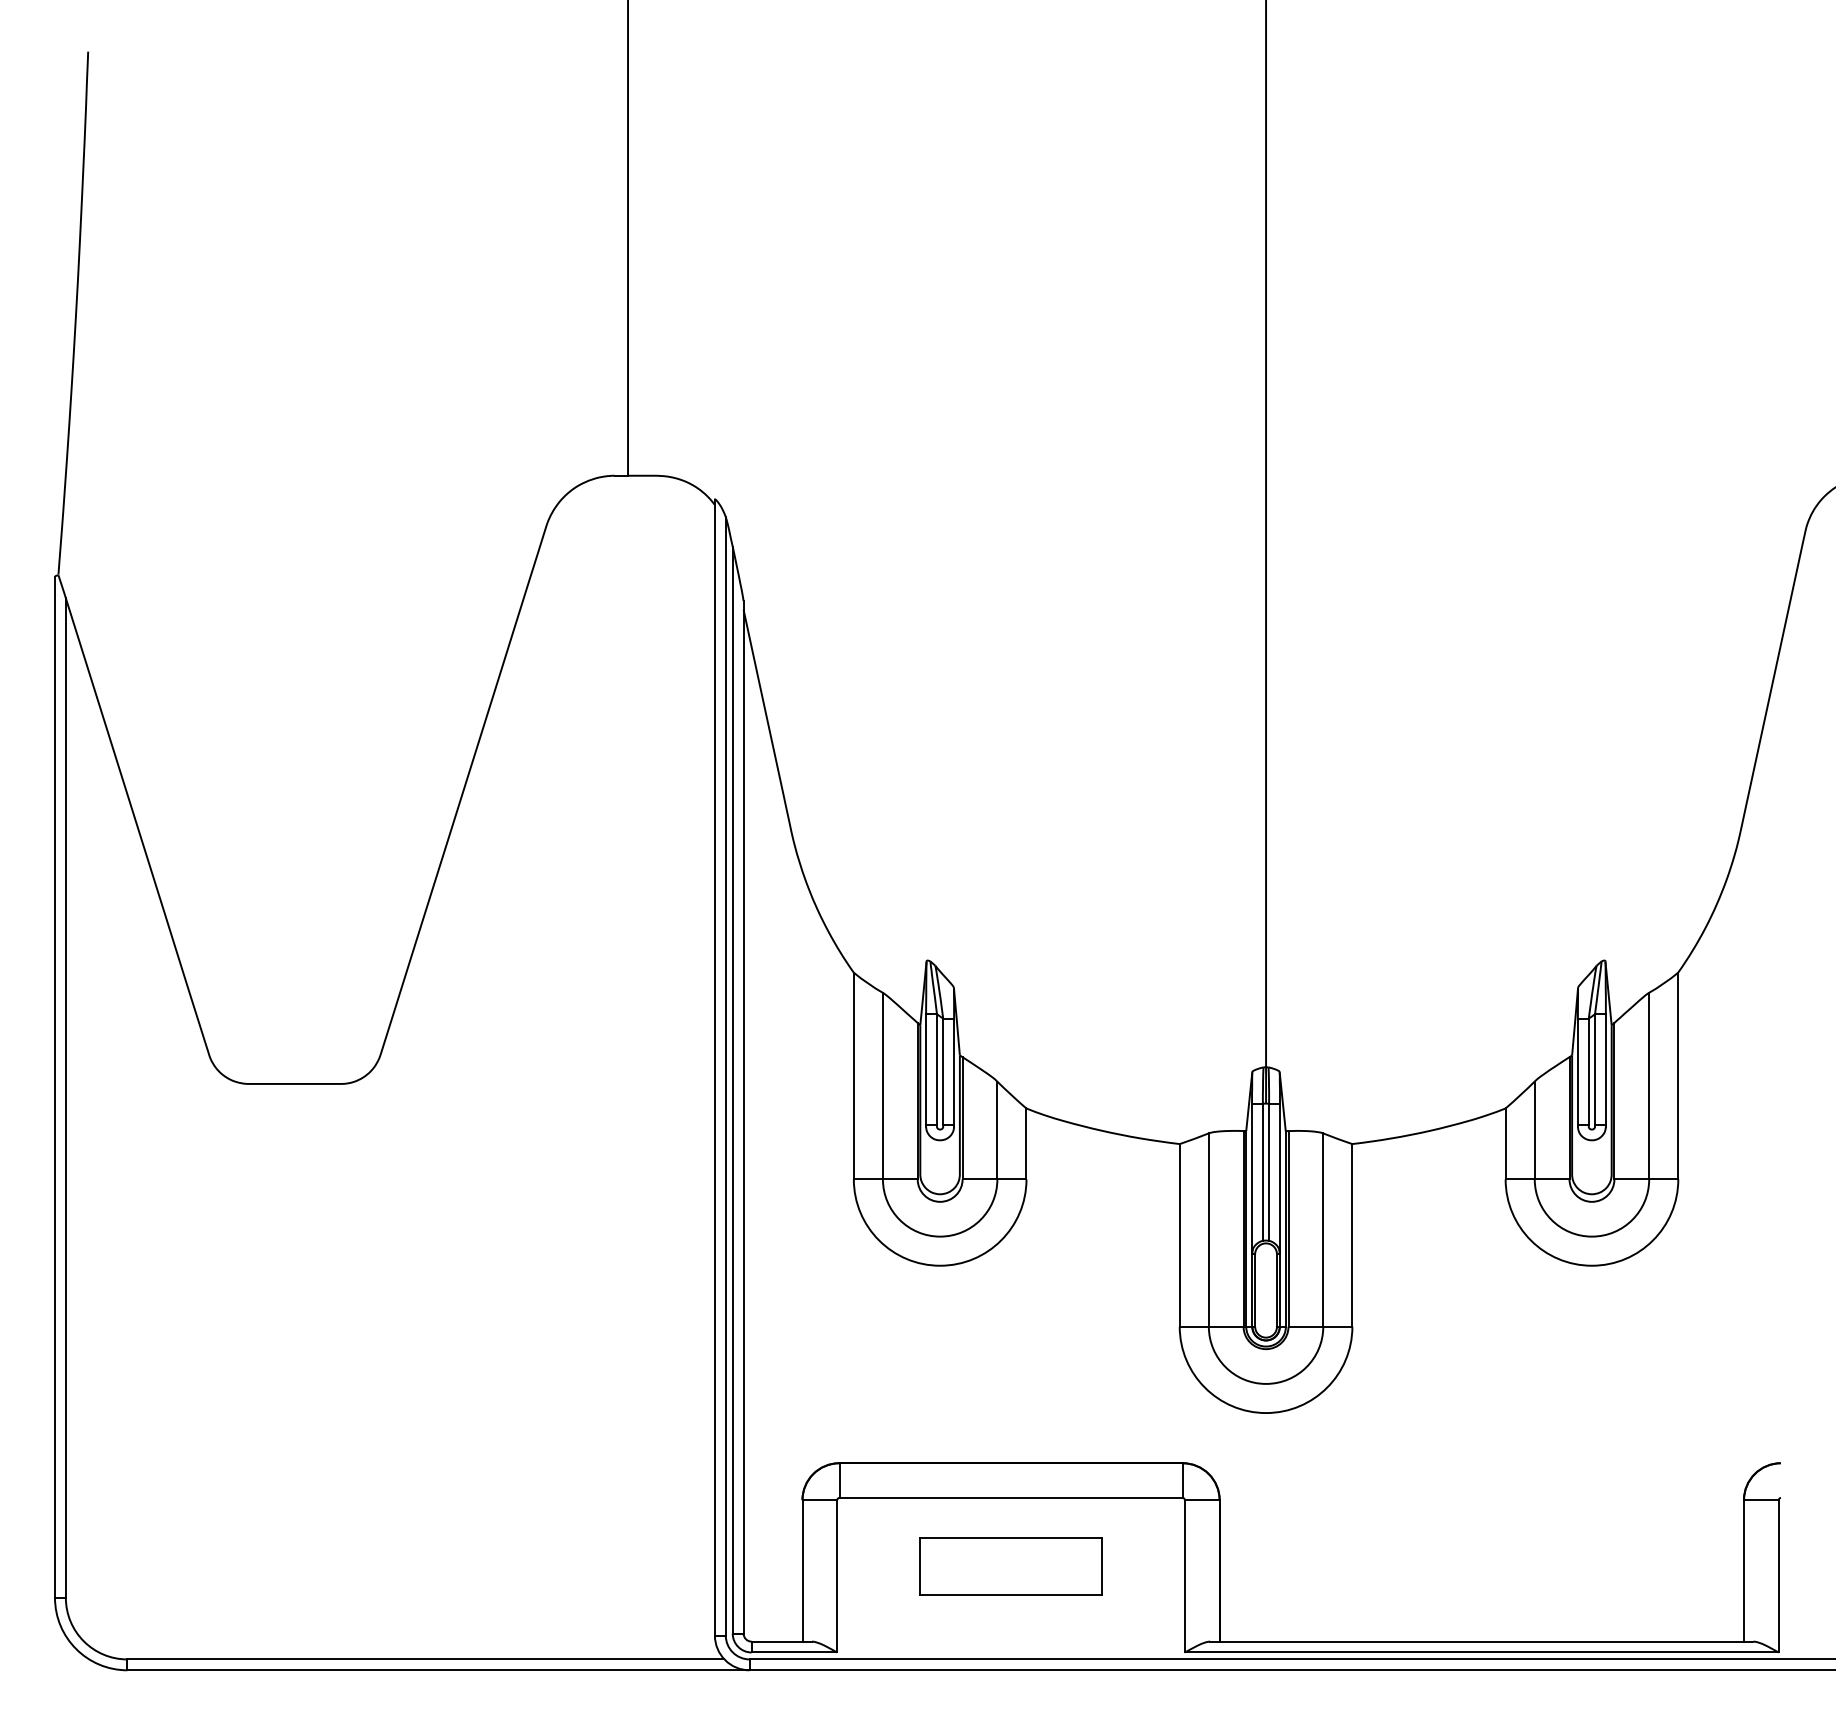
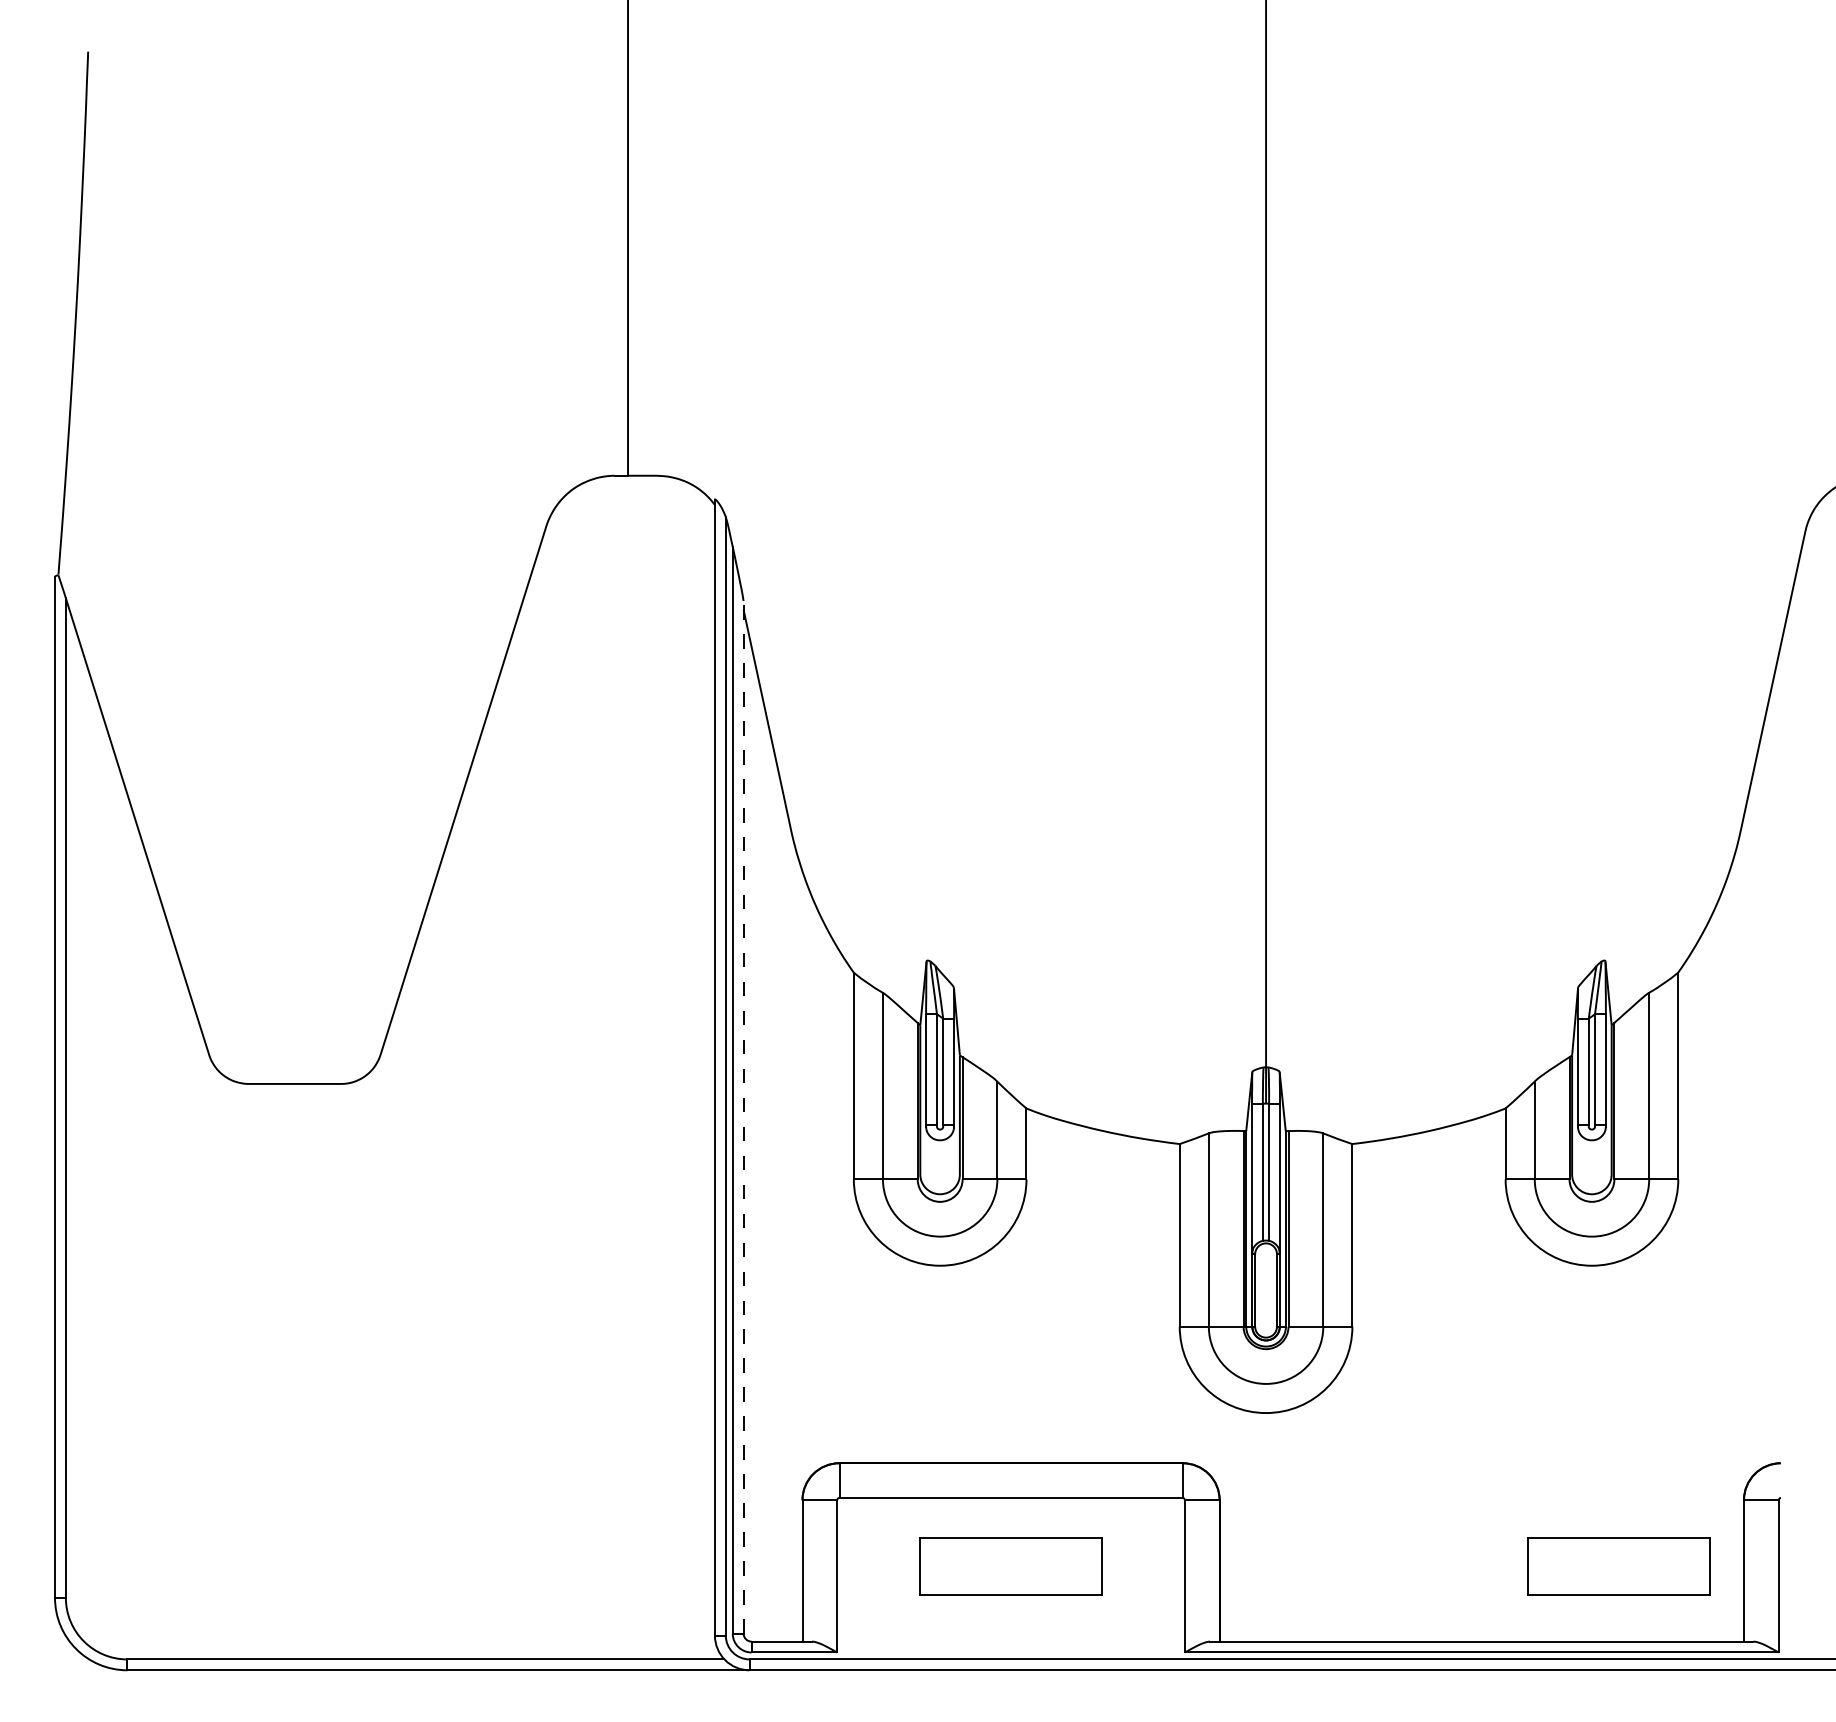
line at (743, 1116): solid -> dashed
part at (1618, 1566): none -> present
